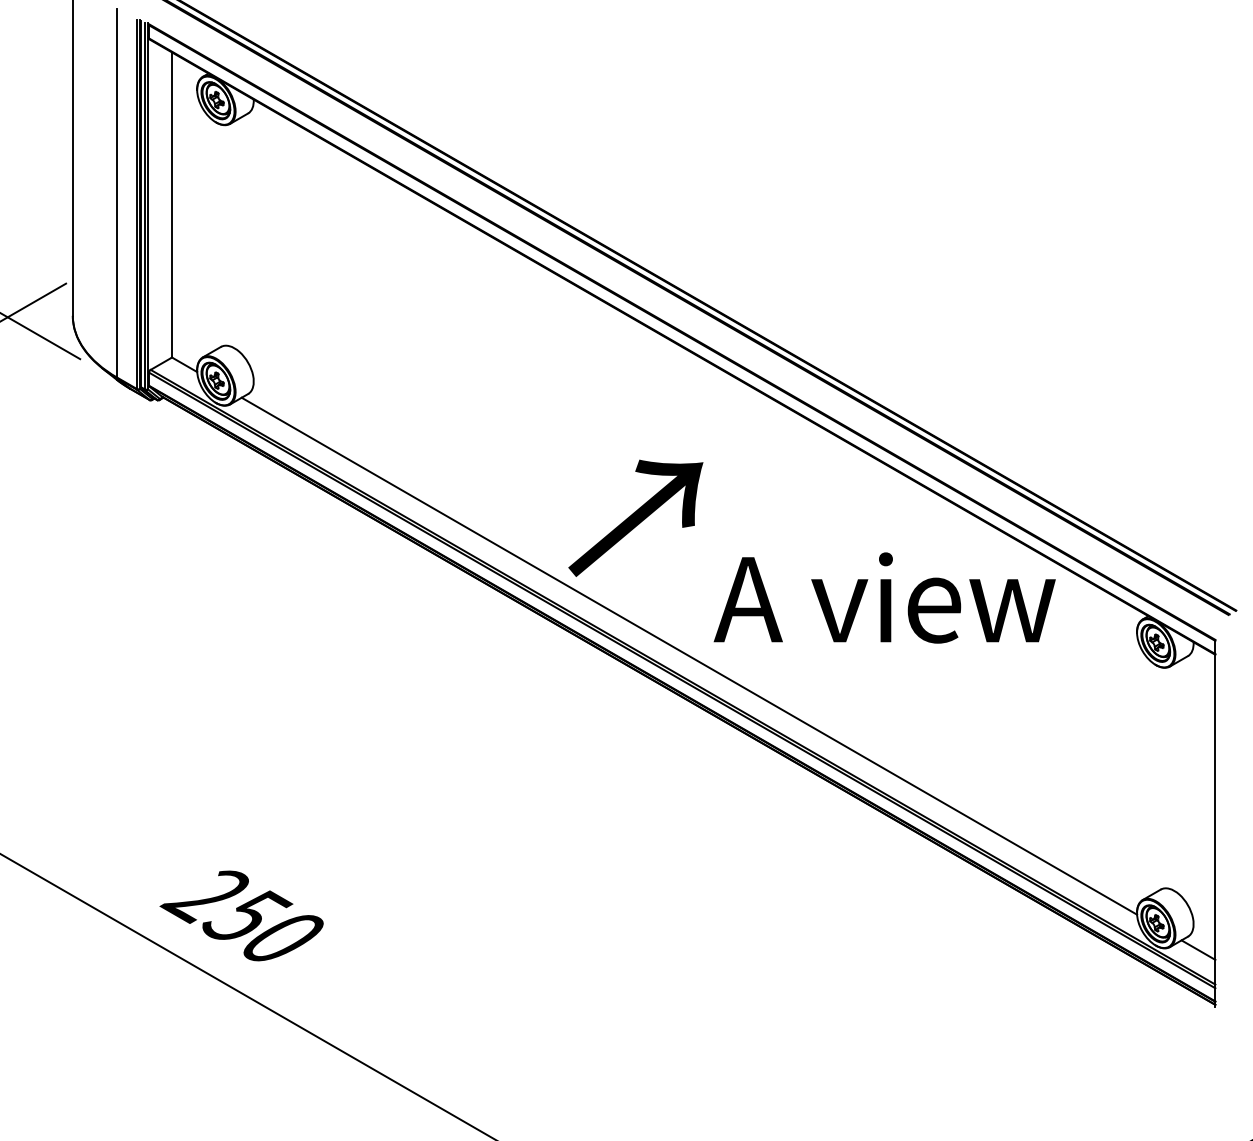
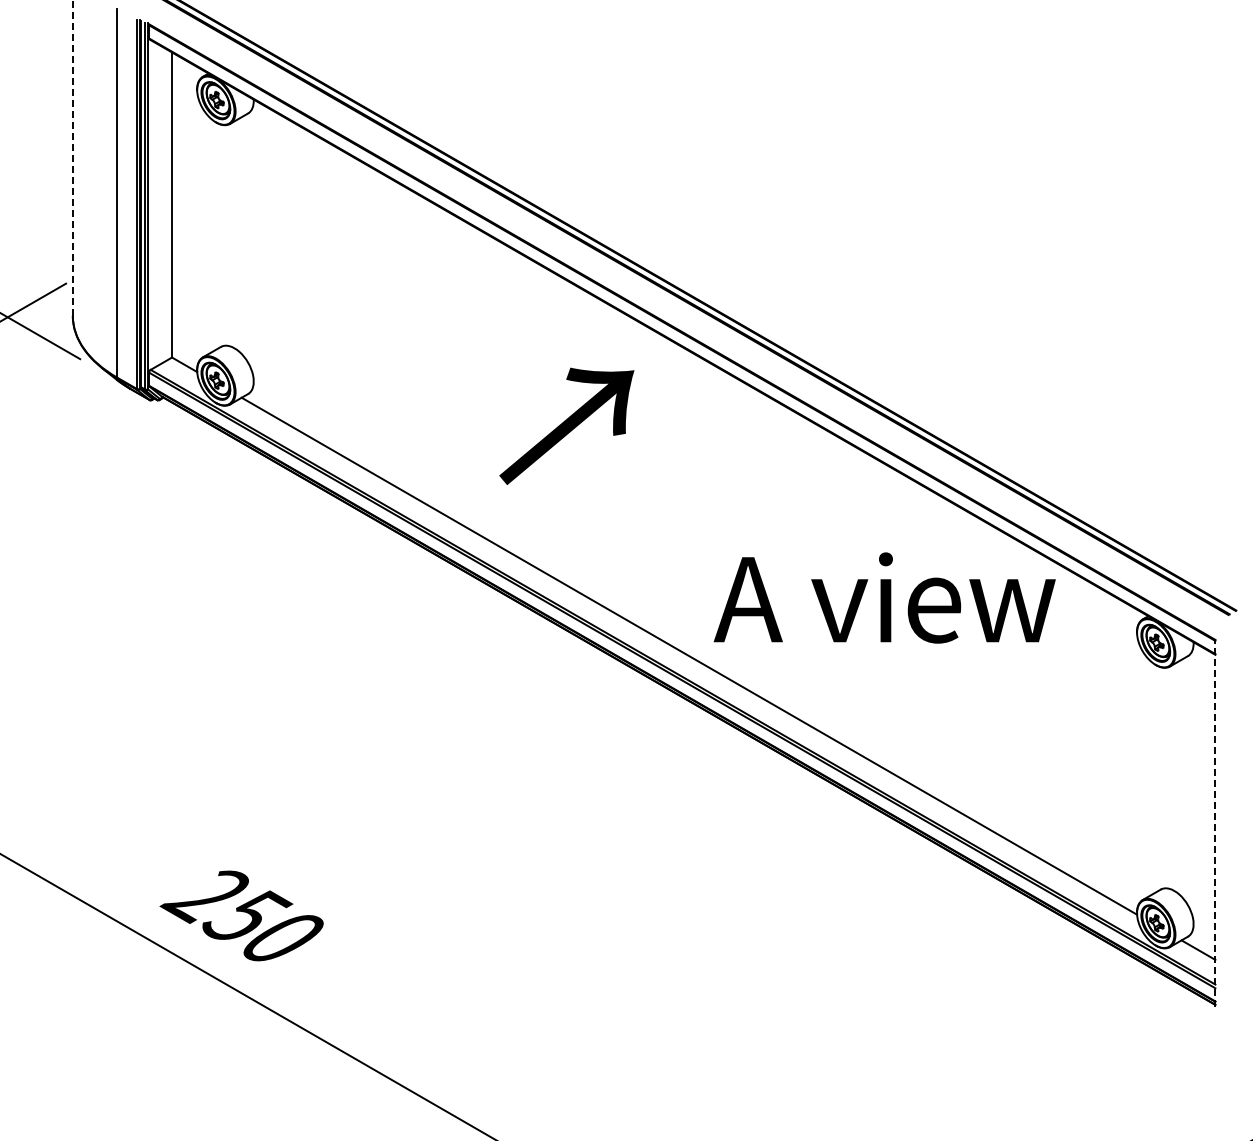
line at (72, 158): solid -> dashed
text at (635, 517) position: (635, 517) -> (566, 425)
line at (1215, 823): solid -> dashed
